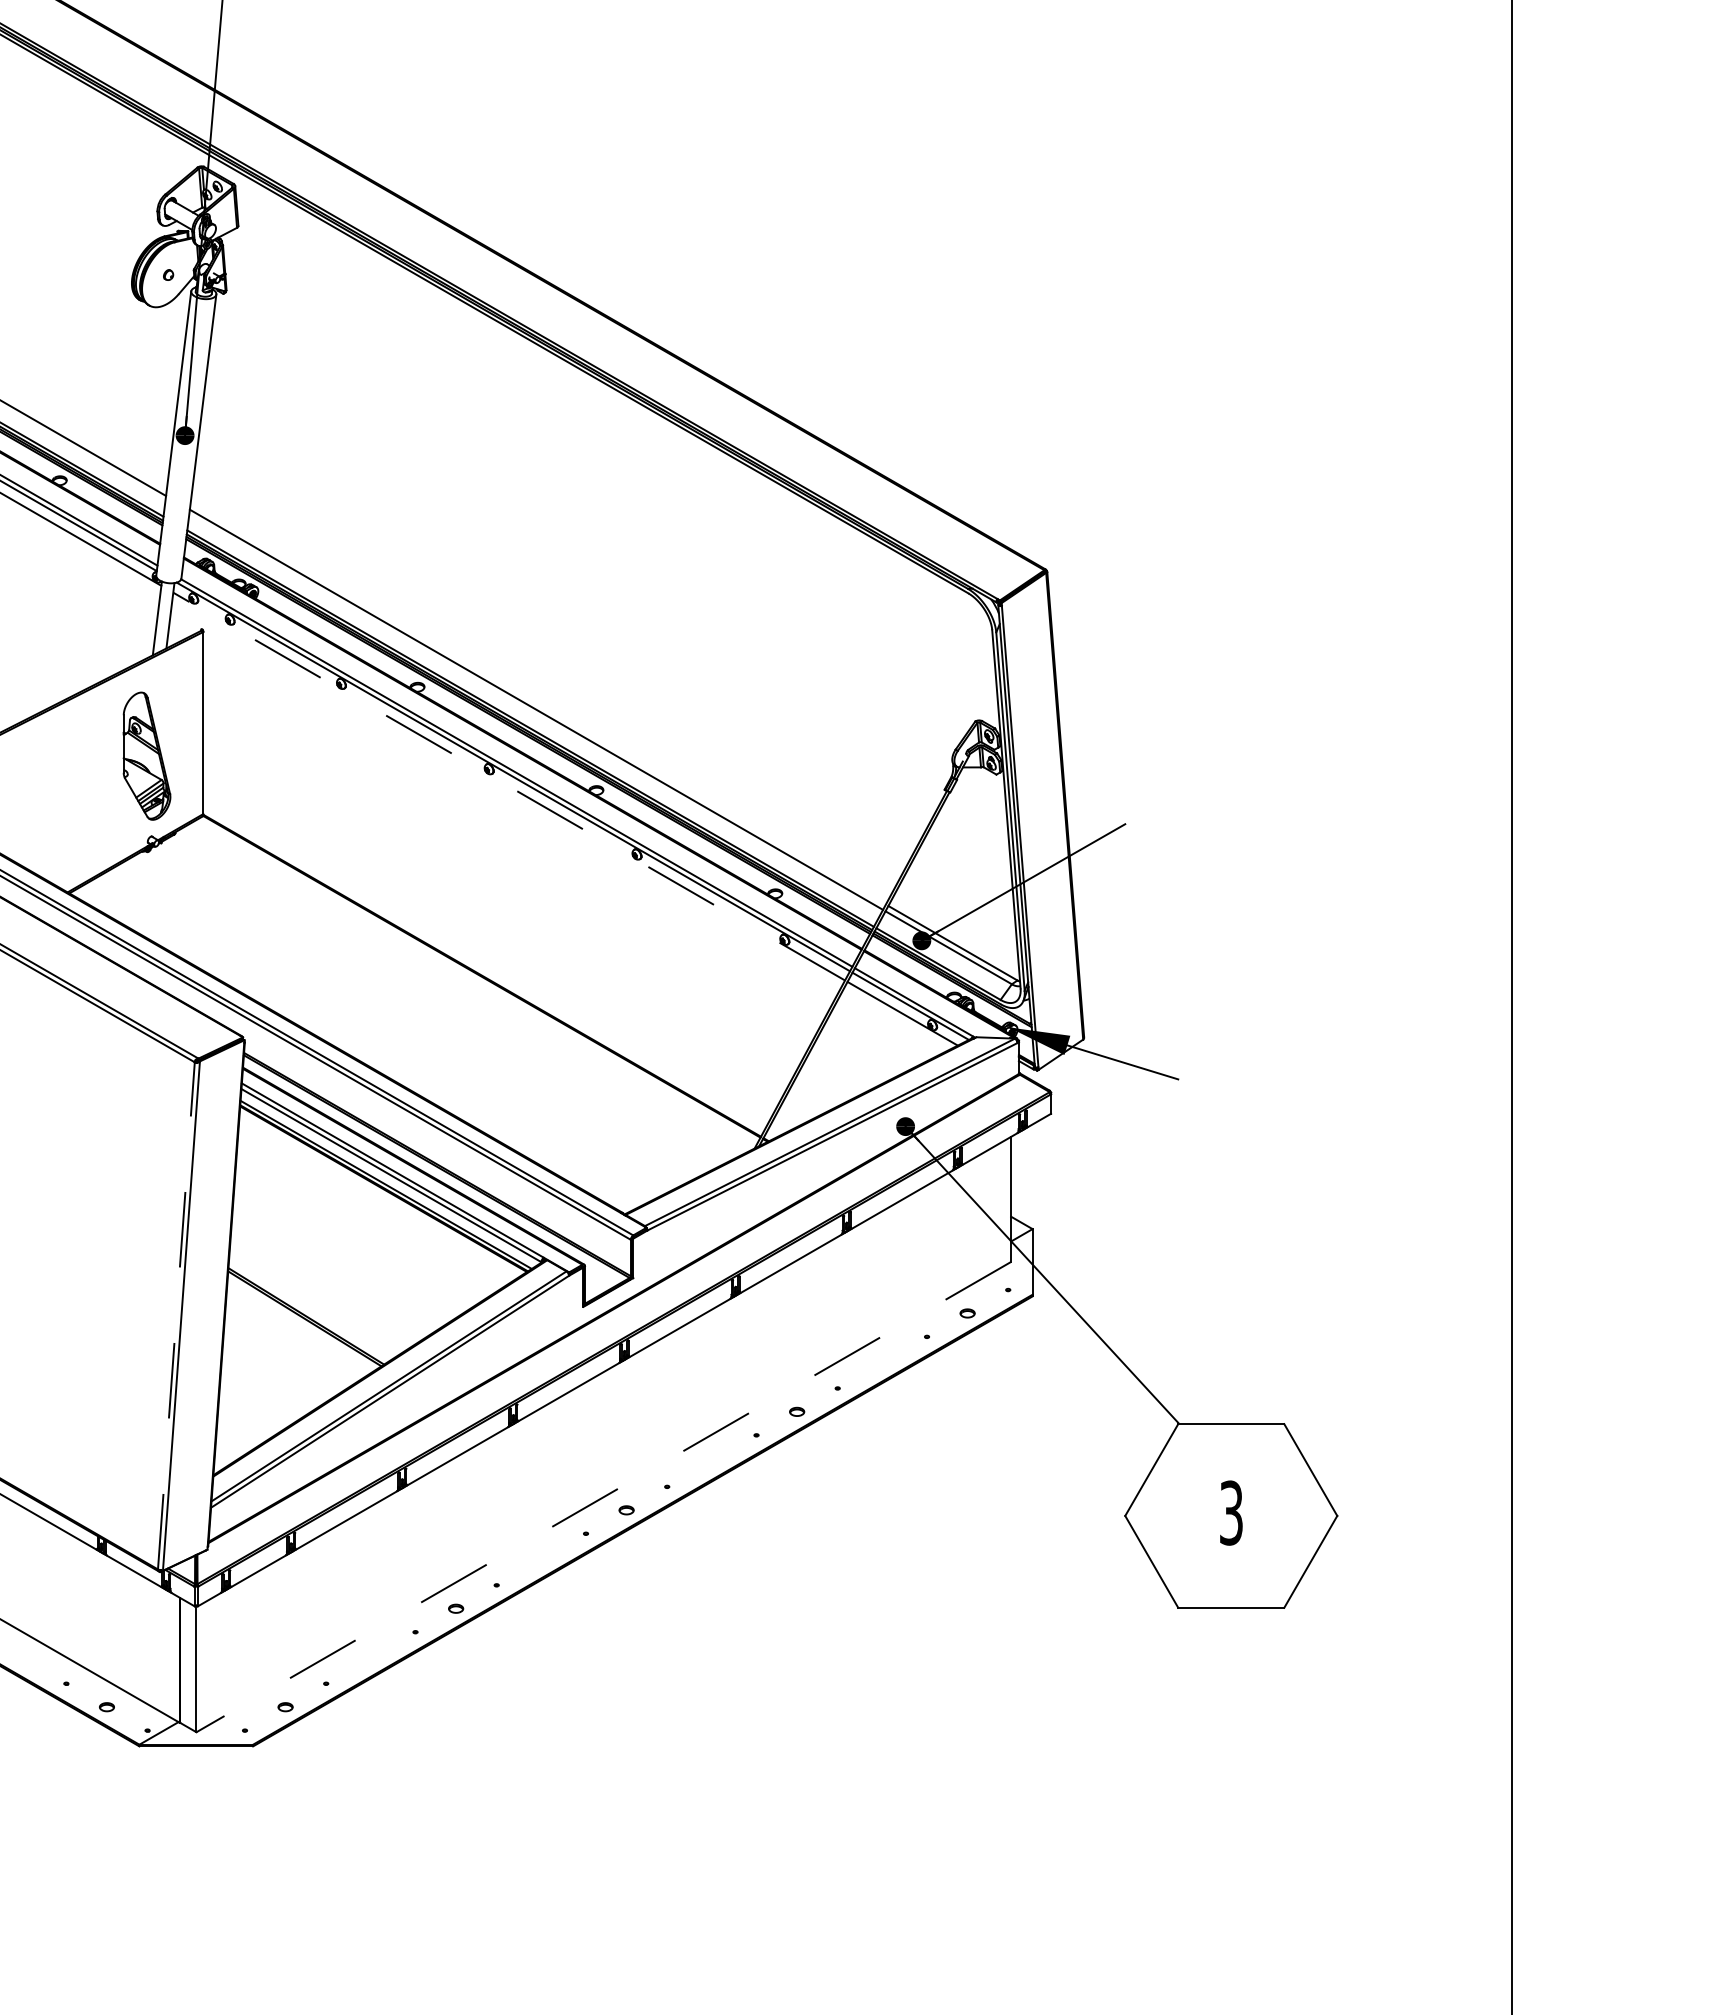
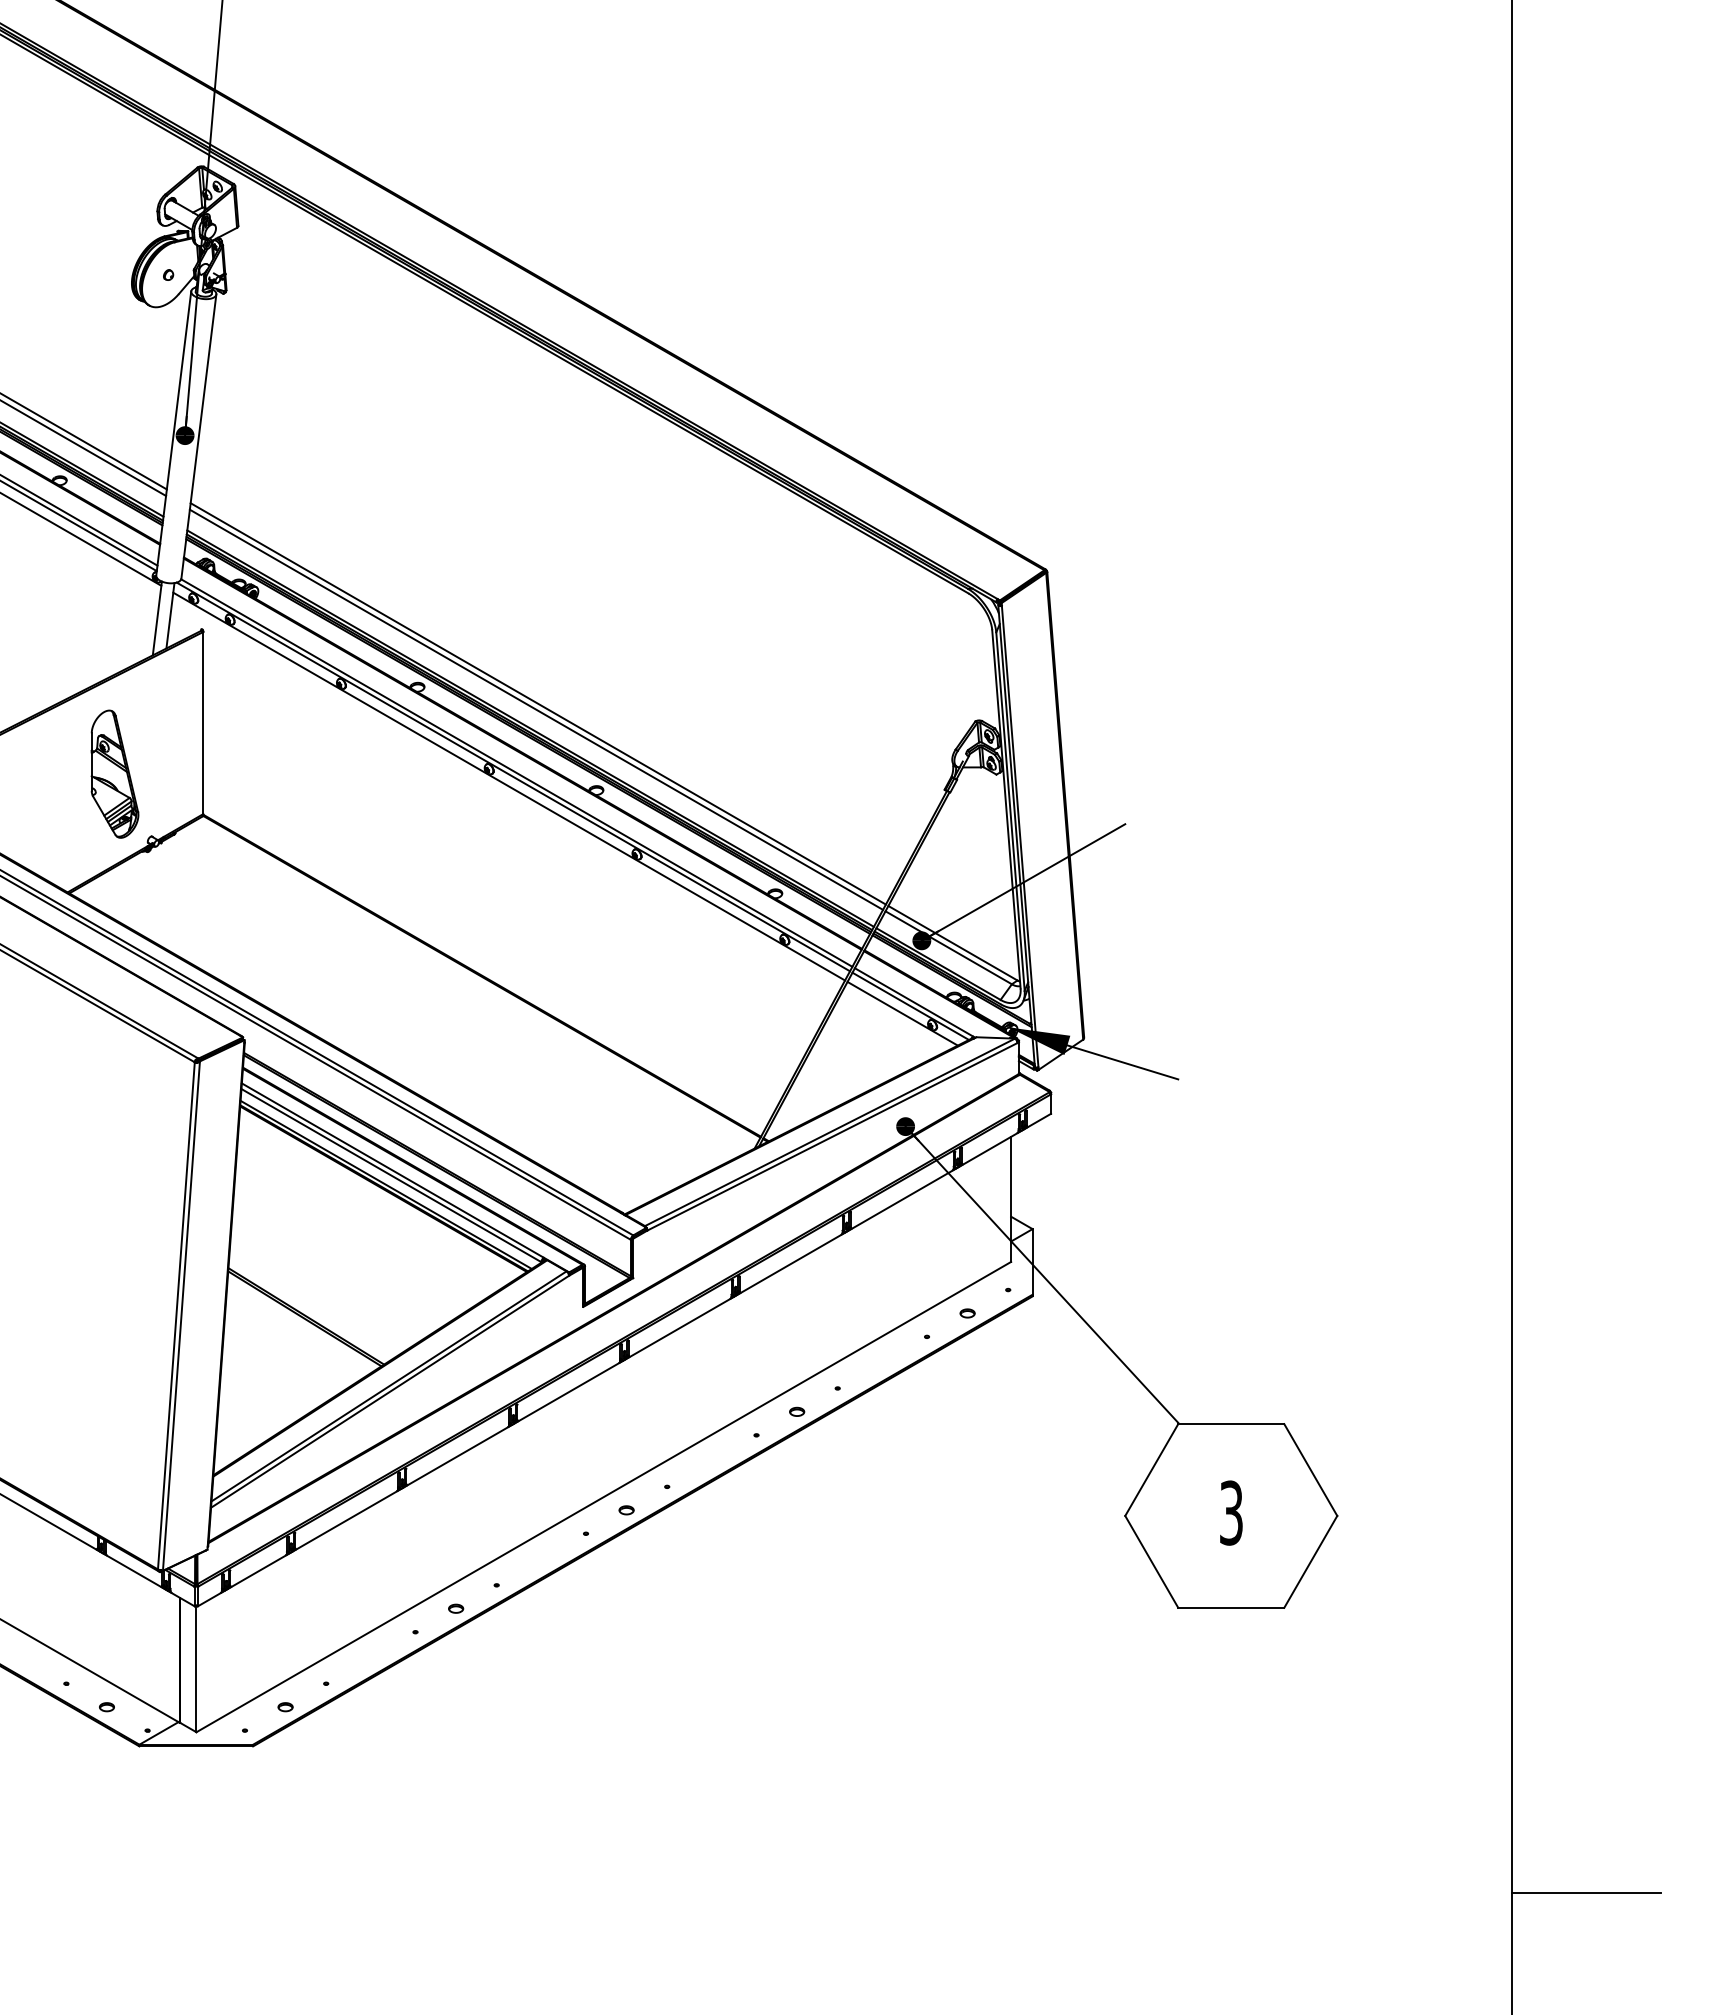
line at (84, 441): none -> present
line at (537, 703): none -> present
part at (146, 755) position: (146, 755) -> (114, 773)
line at (509, 786): dashed -> solid
line at (176, 1315): dashed -> solid
line at (603, 1497): dashed -> solid
line at (1586, 1893): none -> present
